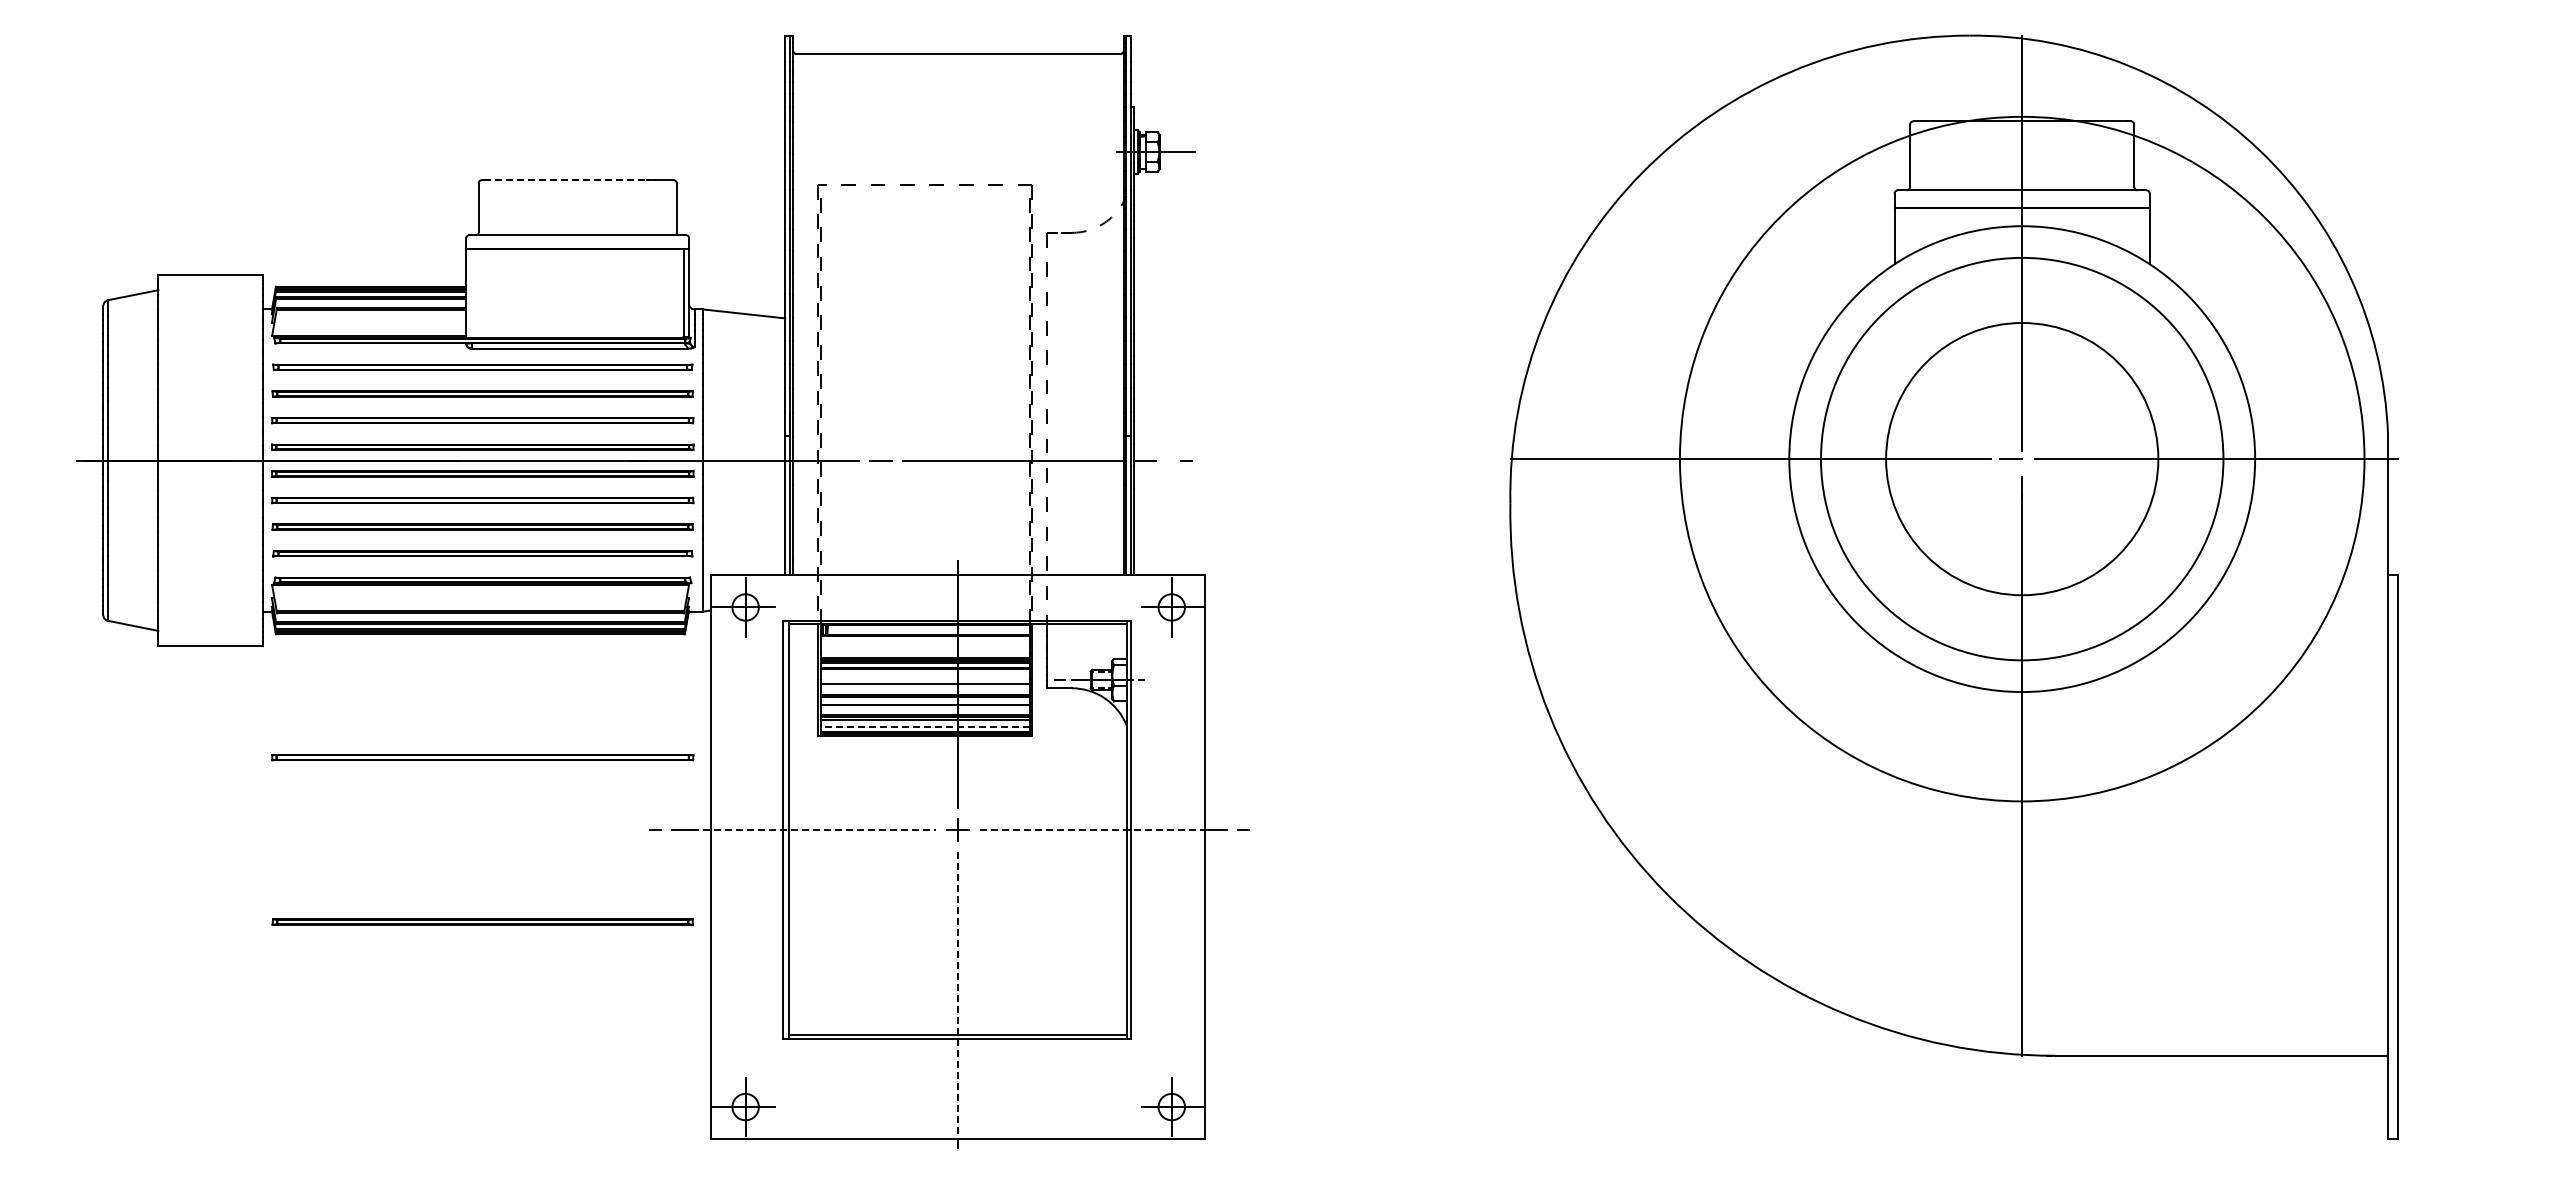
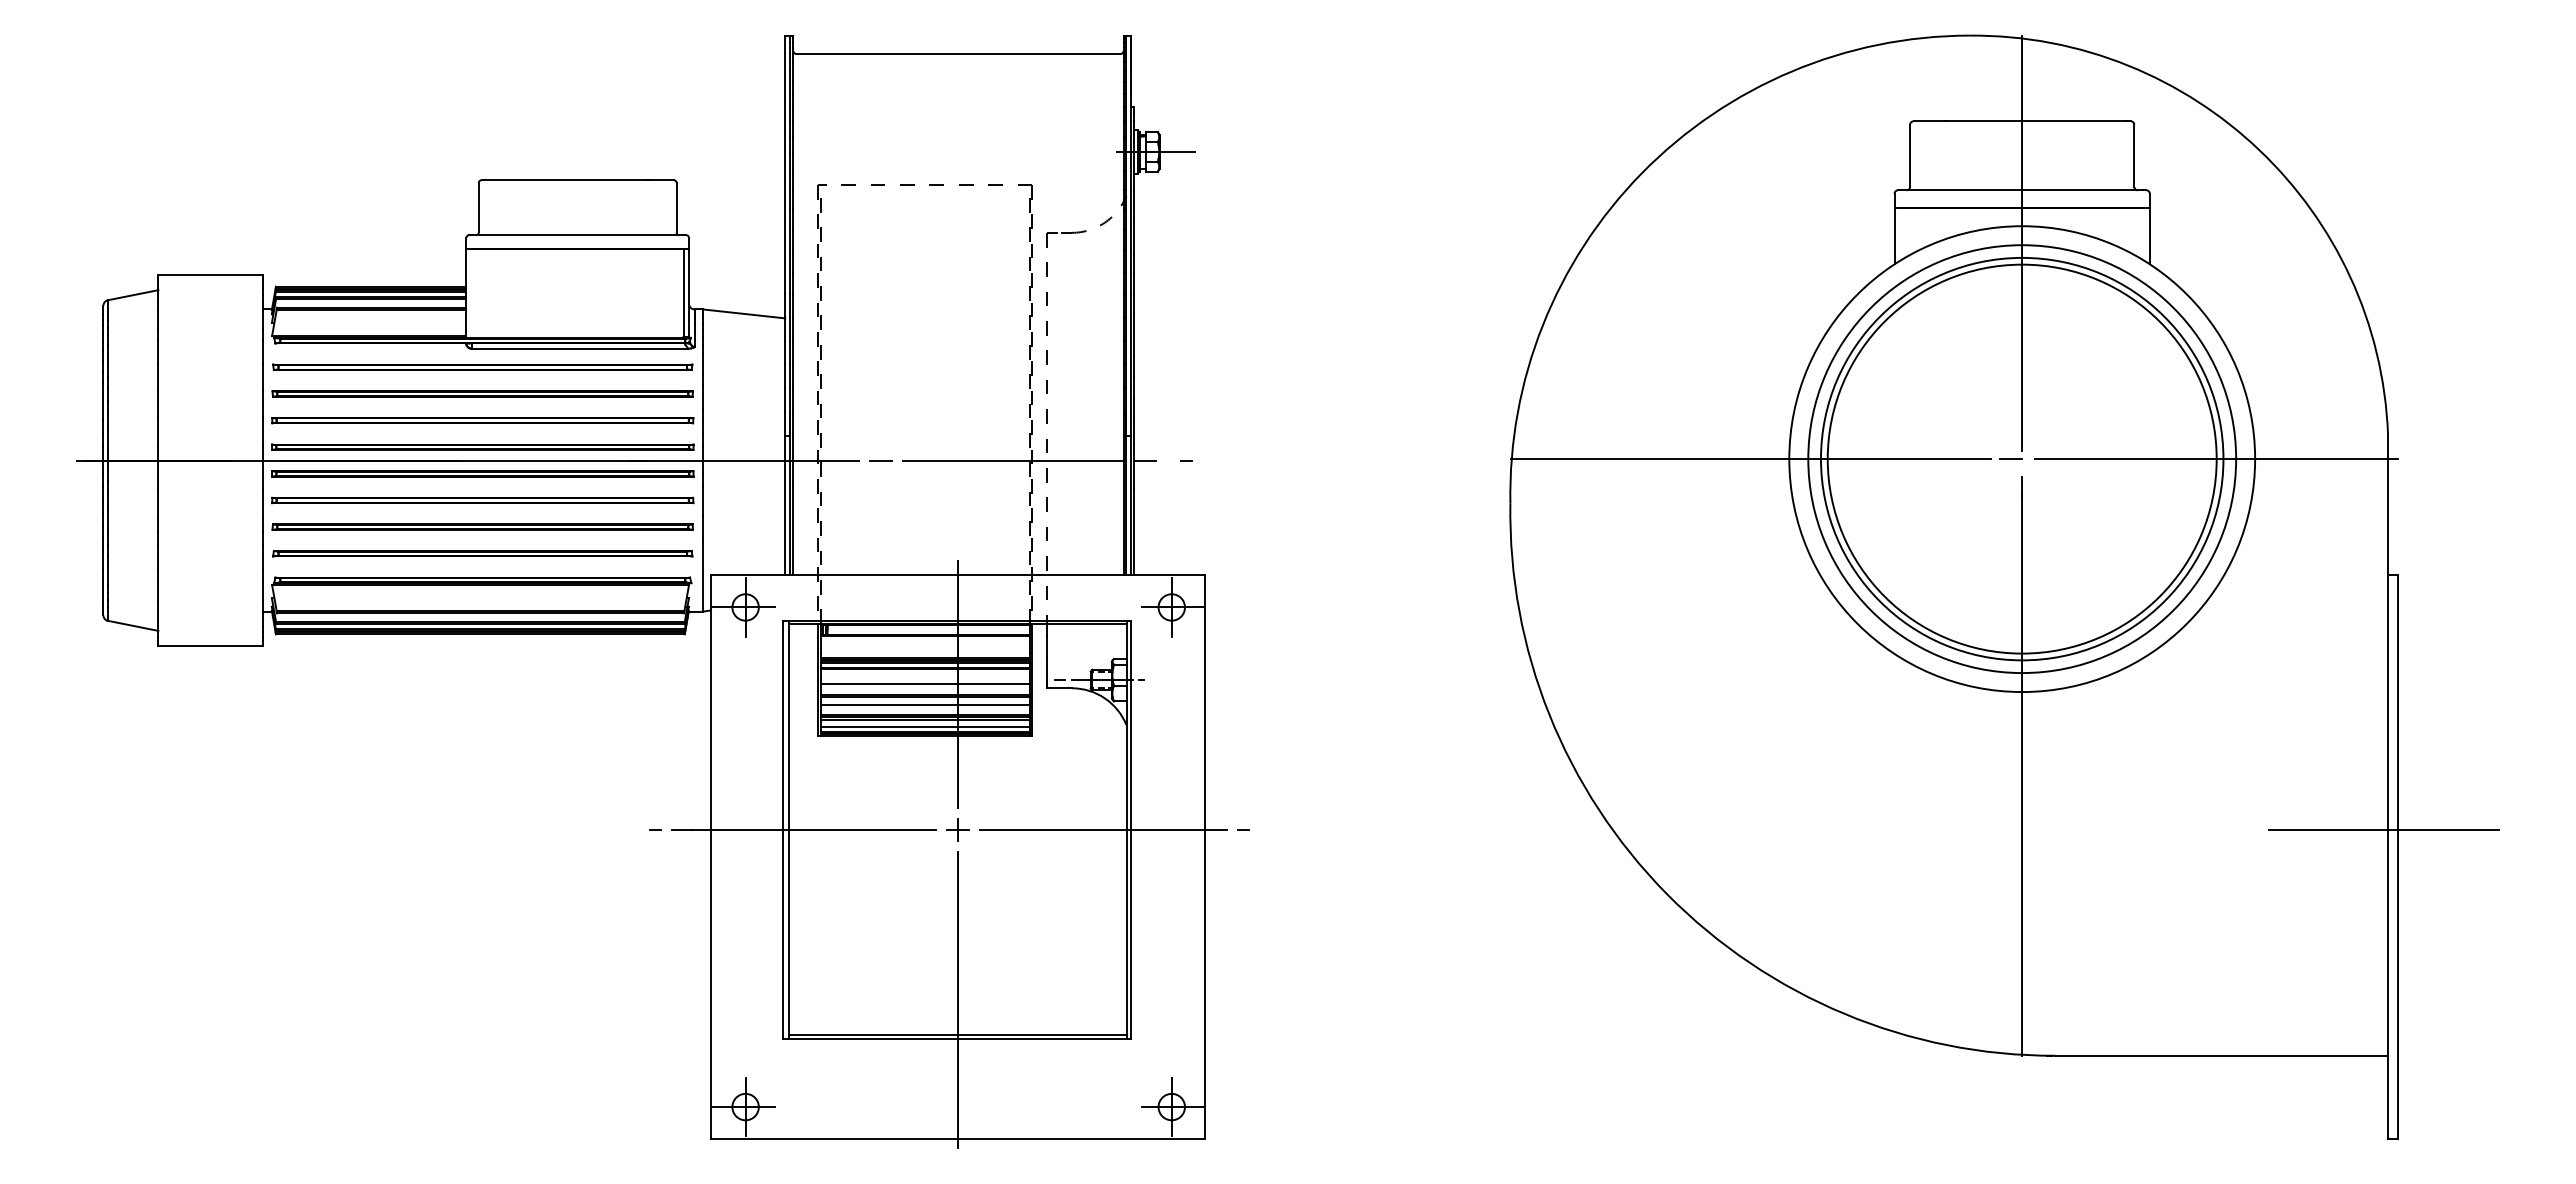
line at (566, 180): dashed -> solid
circle at (2021, 458) diameter: 685 px -> 428 px
circle at (2022, 459) diameter: 272 px -> 389 px
line at (924, 726): dashed -> solid
part at (482, 757): present -> none
line at (814, 829): dashed -> solid
line at (1092, 829): dashed -> solid
line at (2383, 829): none -> present
part at (482, 921): present -> none
line at (957, 995): dashed -> solid
